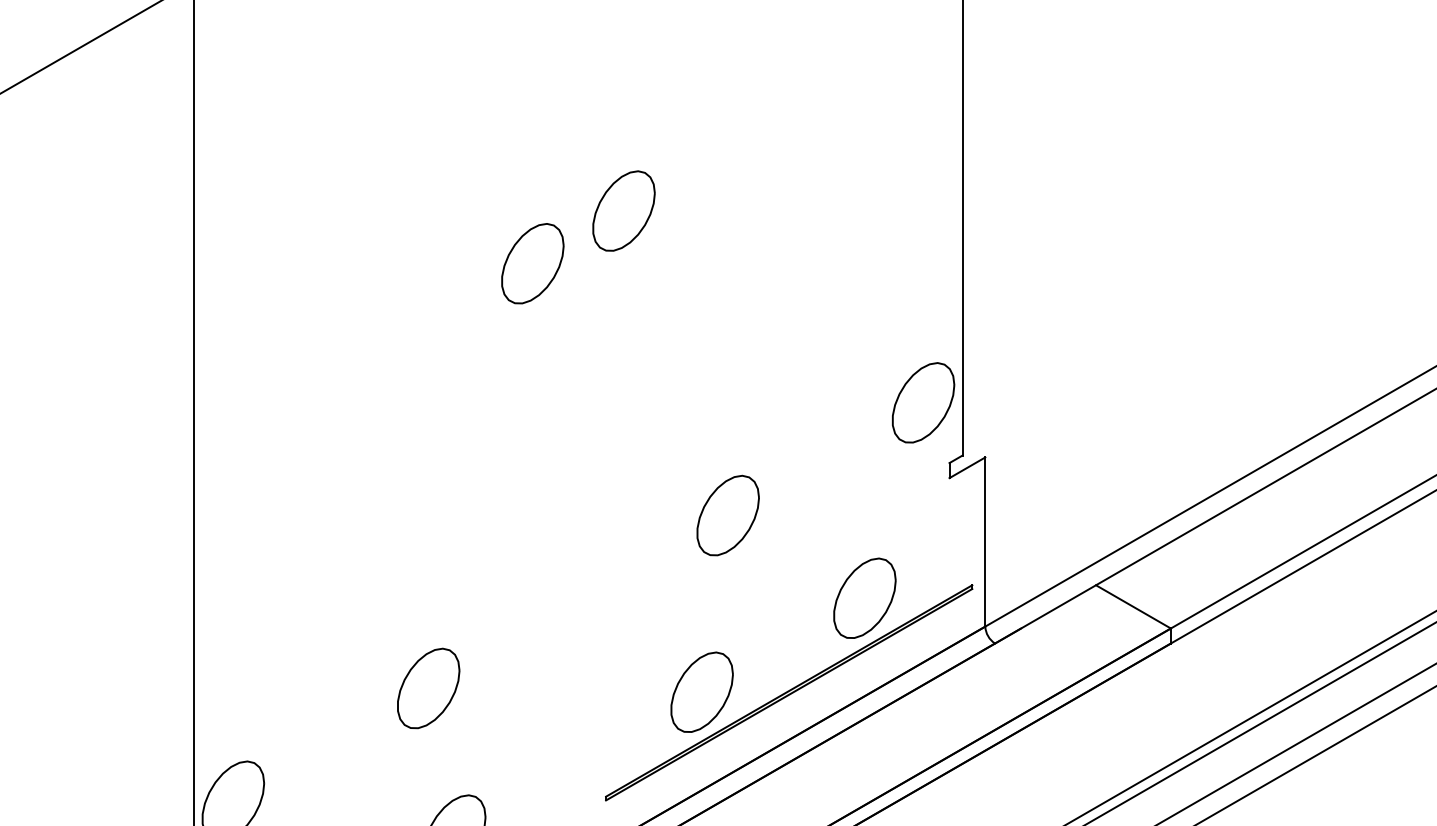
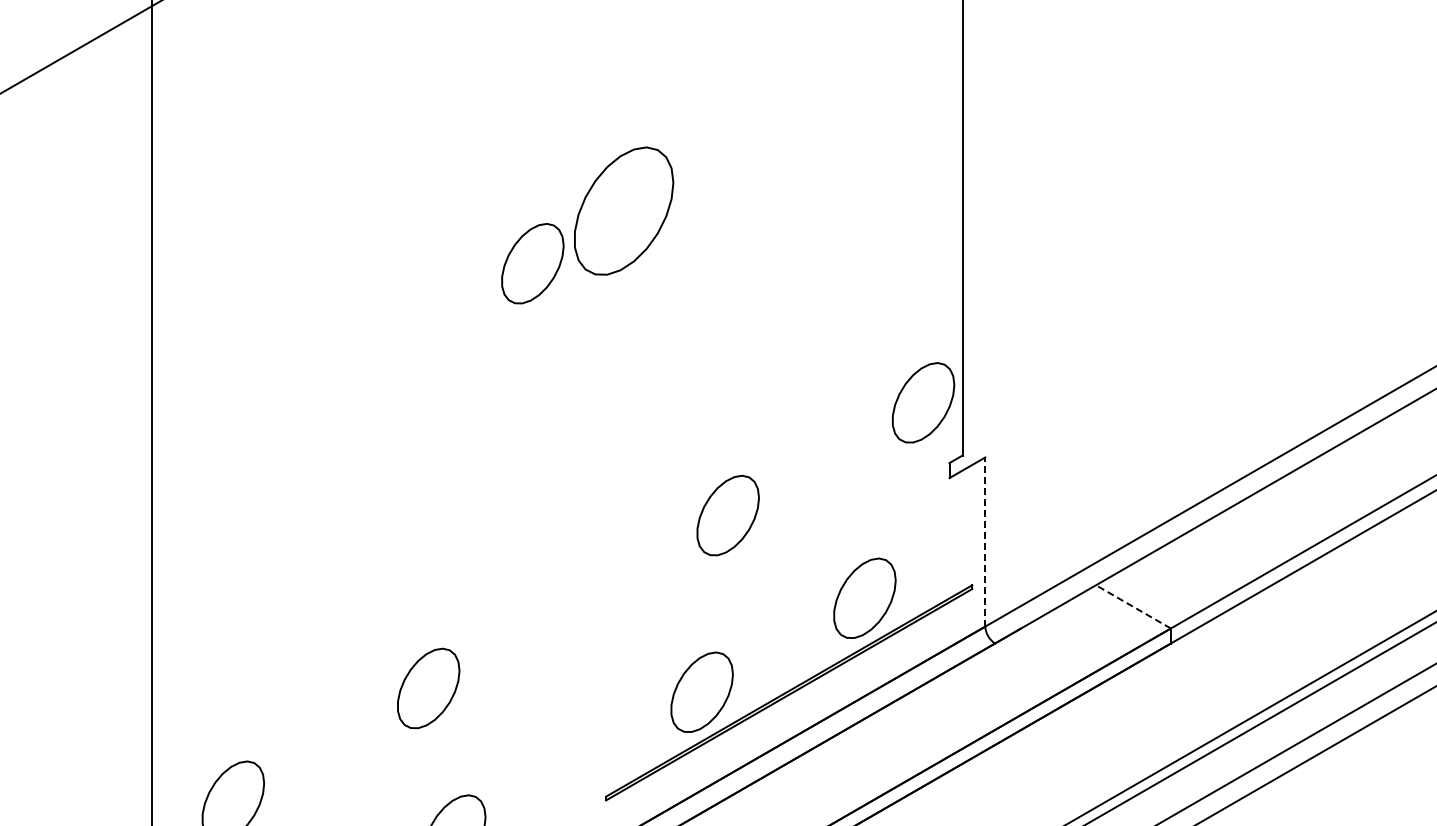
part at (623, 210) size: 64x82 px -> 101x130 px
line at (194, 412) position: (194, 412) -> (152, 412)
line at (985, 542): solid -> dashed
line at (1133, 606): solid -> dashed
